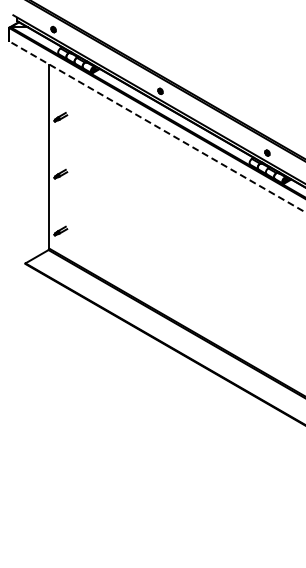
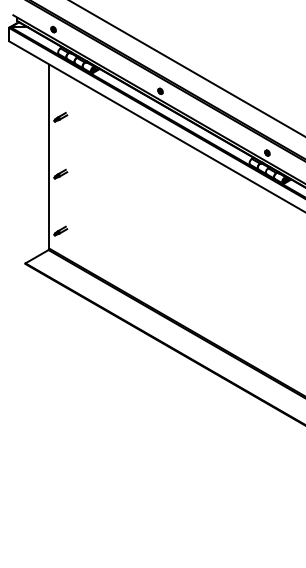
line at (187, 68): none -> present
line at (157, 126): dashed -> solid
